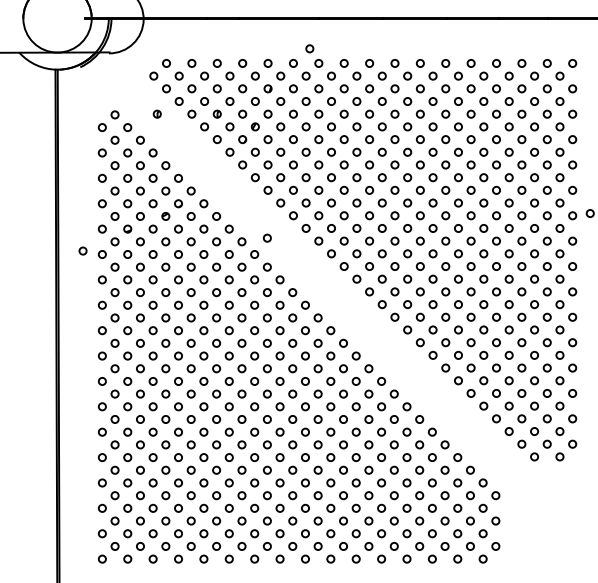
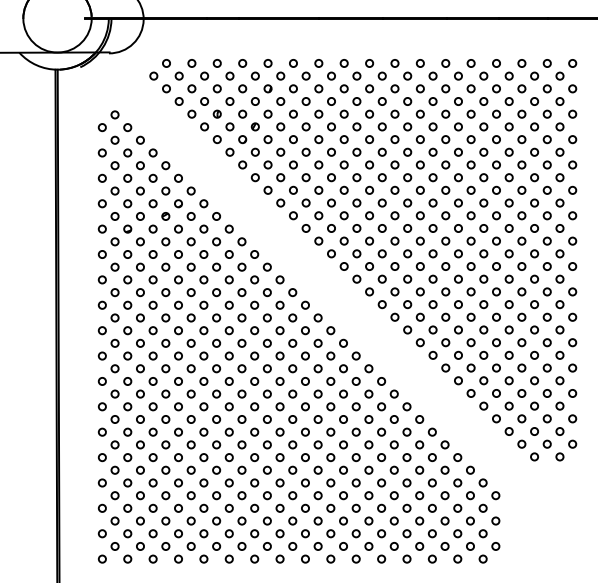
circle at (309, 48): present -> none
part at (156, 113): present -> none
circle at (589, 213): present -> none
circle at (266, 237): present -> none
circle at (82, 250): present -> none
